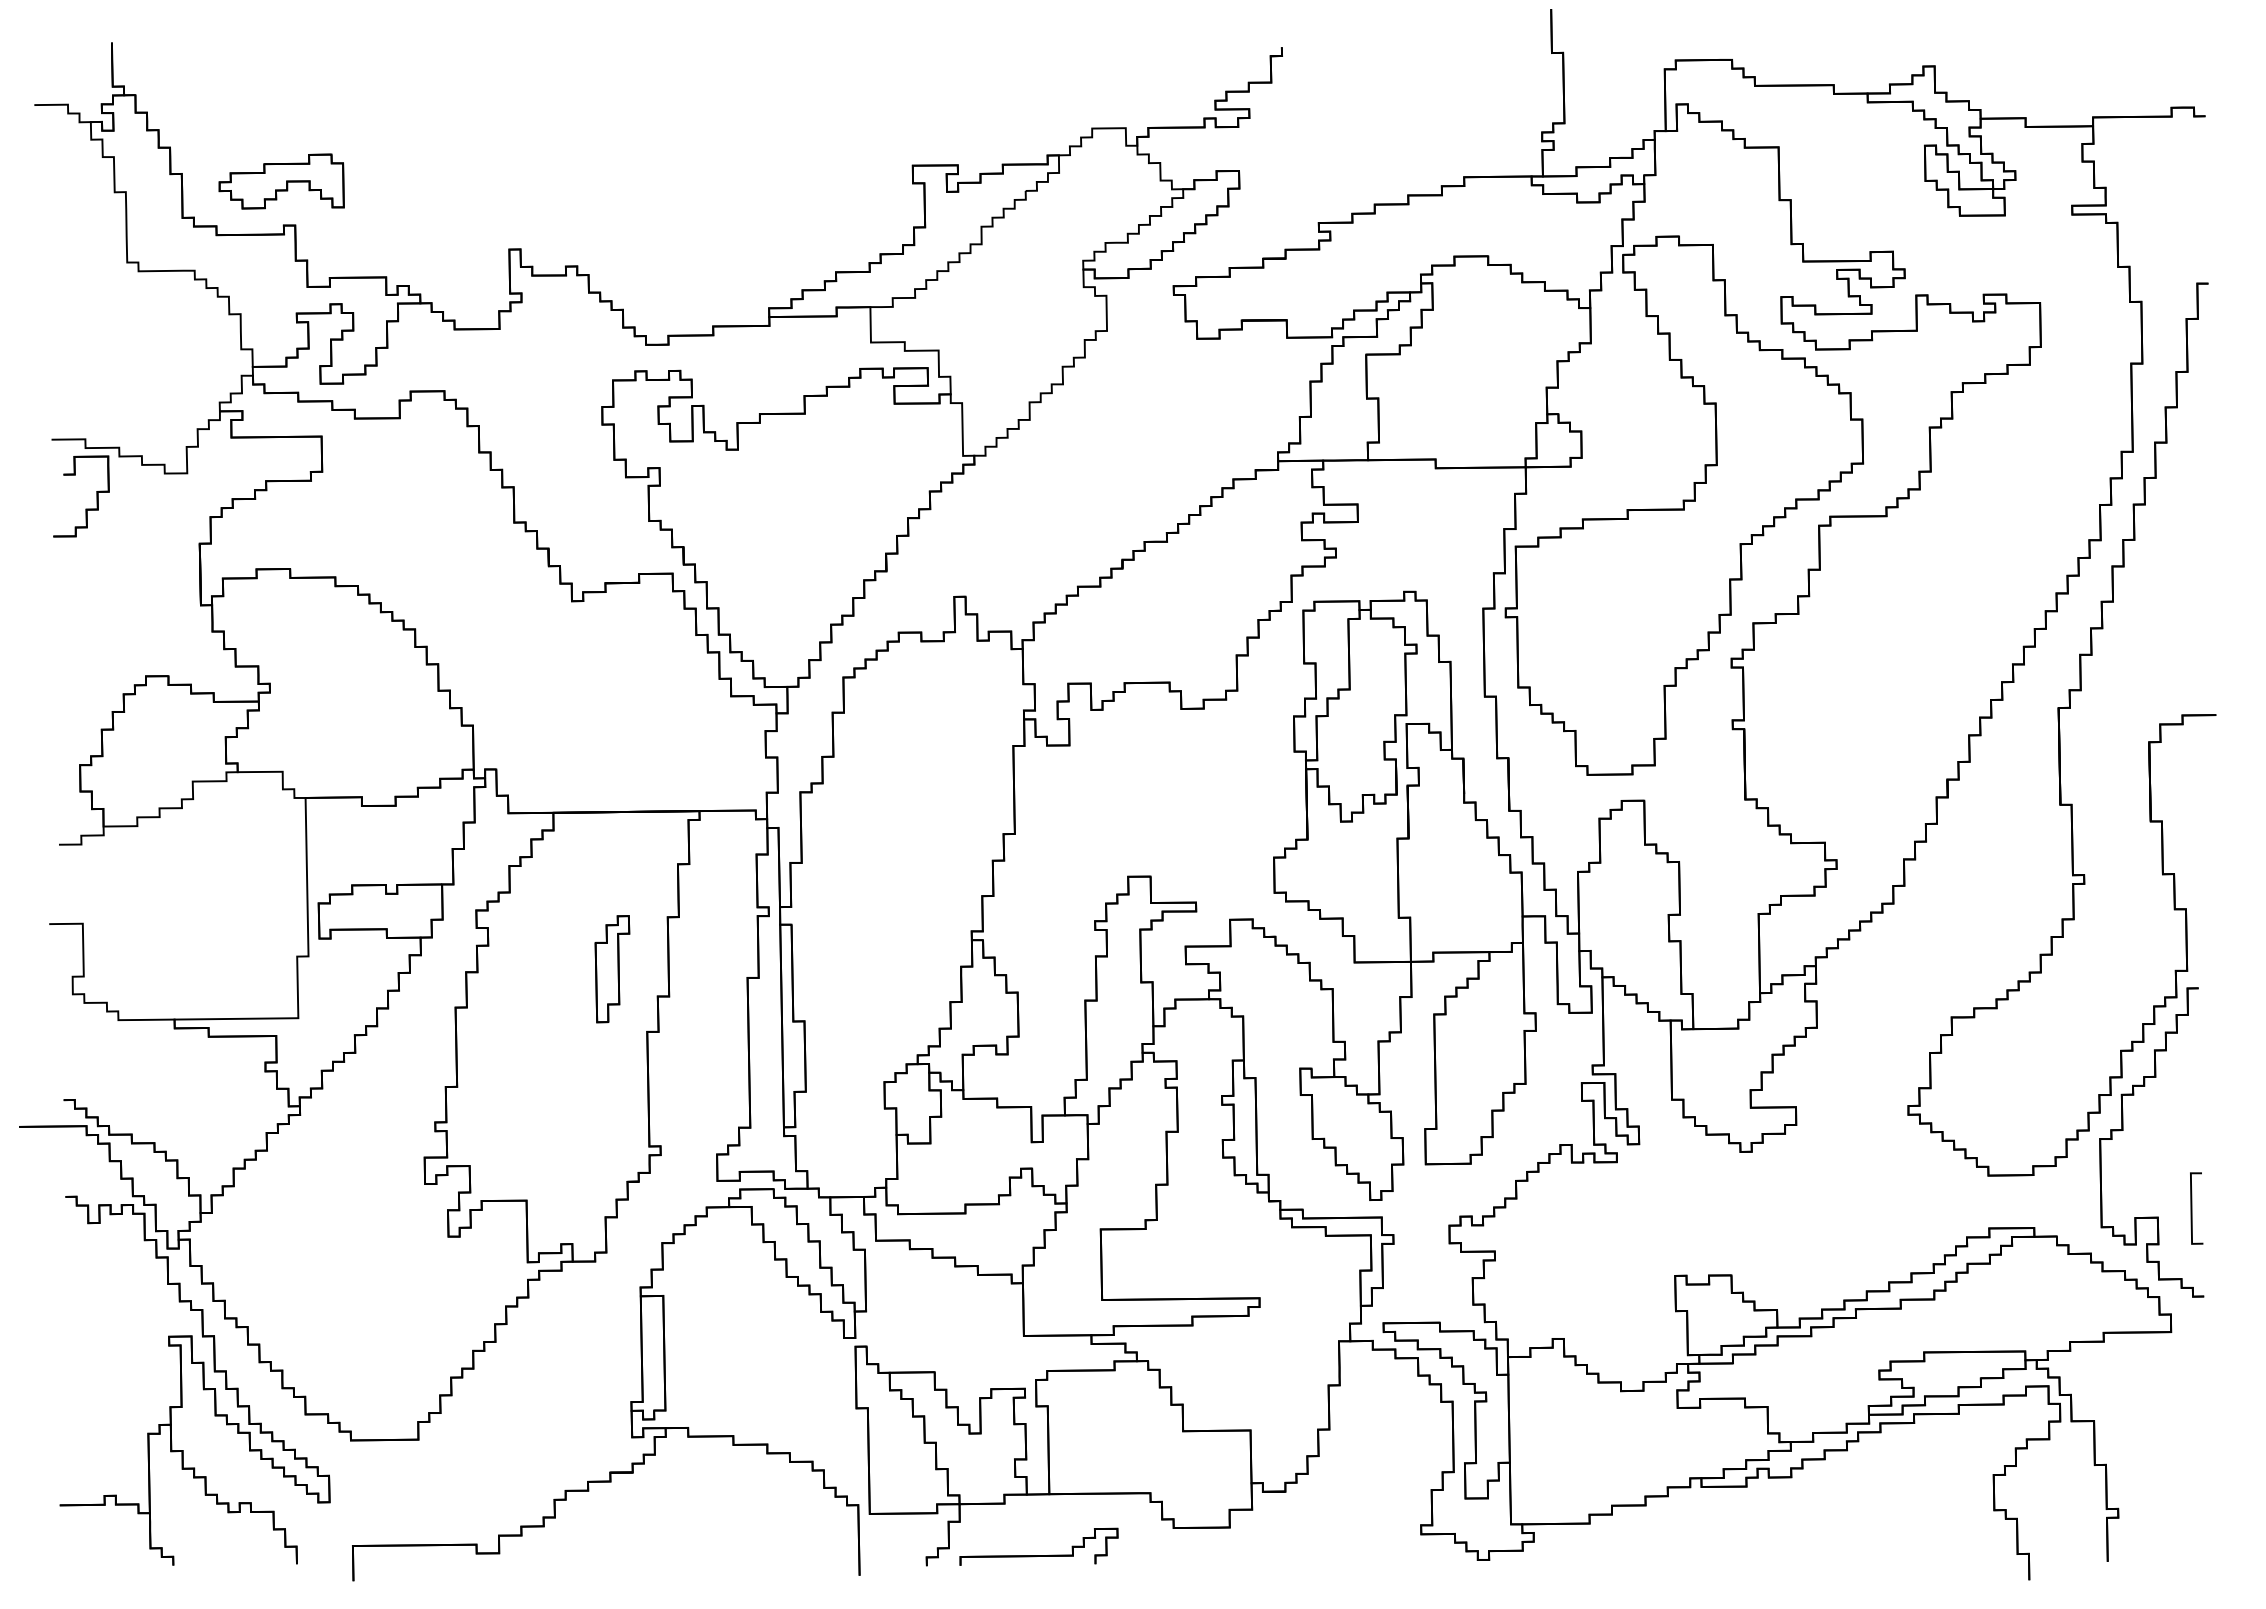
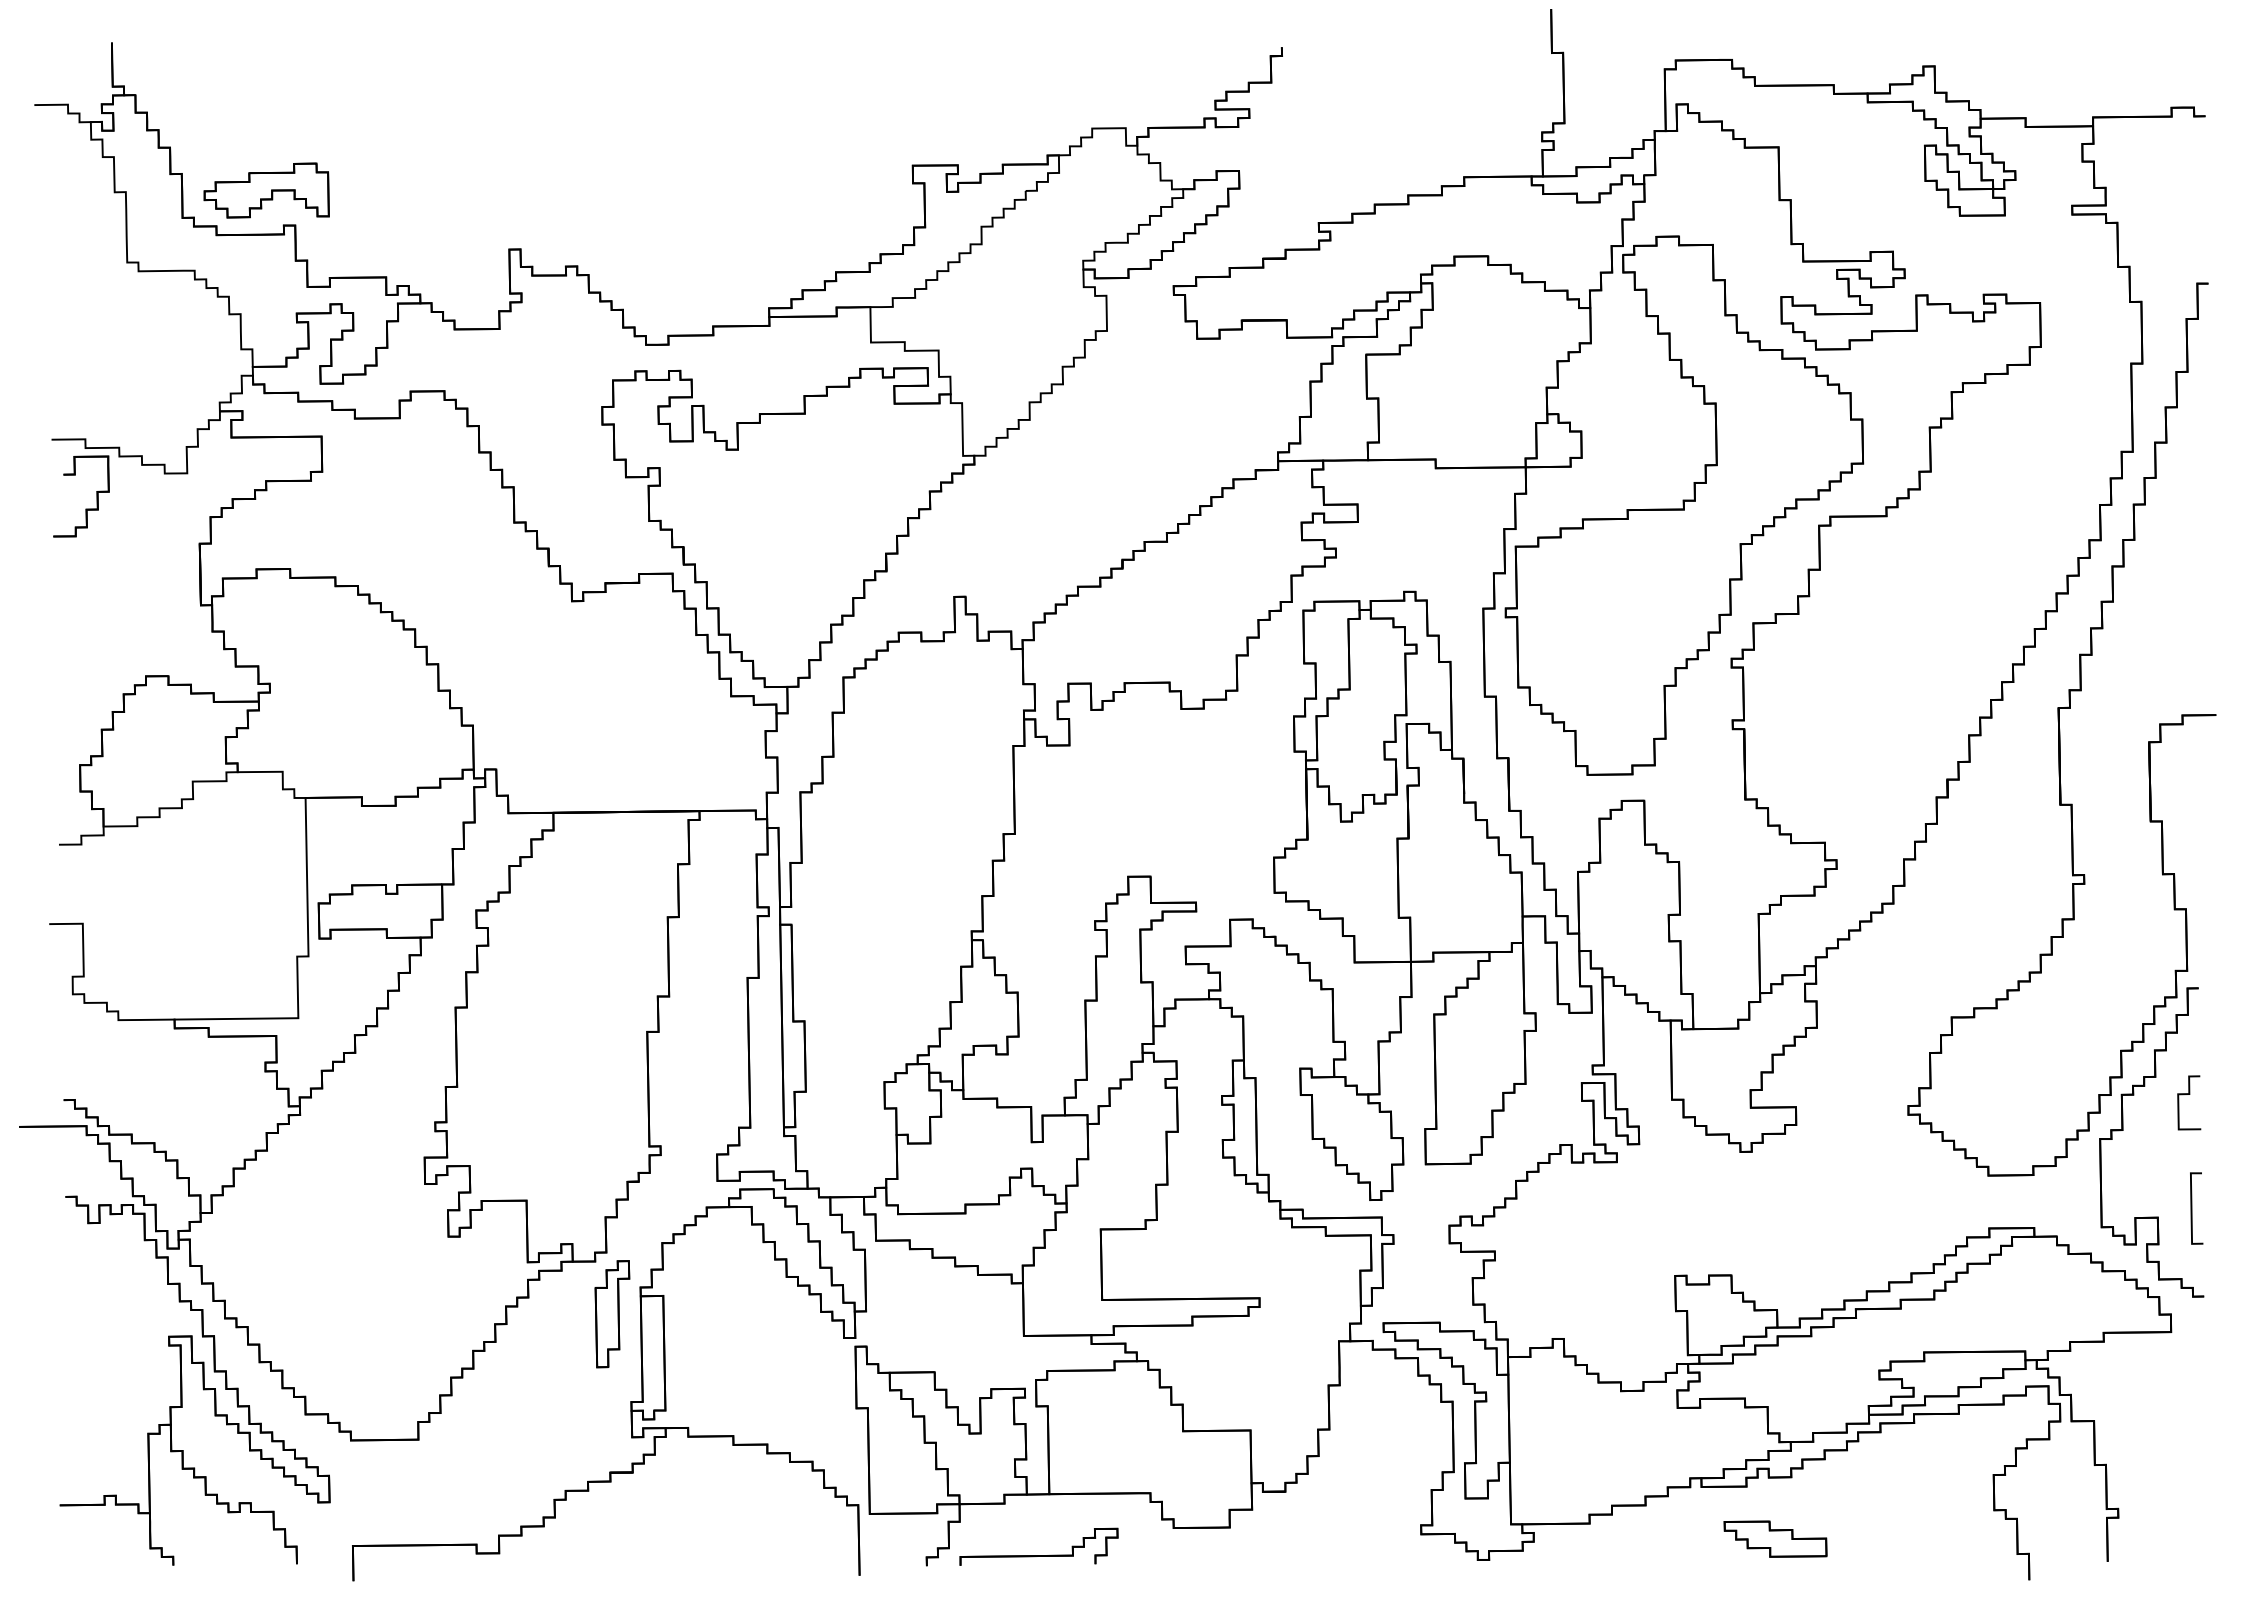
part at (281, 181) position: (281, 181) -> (266, 190)
part at (612, 969) position: (612, 969) -> (612, 1314)
curve at (2189, 1094): none -> present
part at (1775, 1538): none -> present
